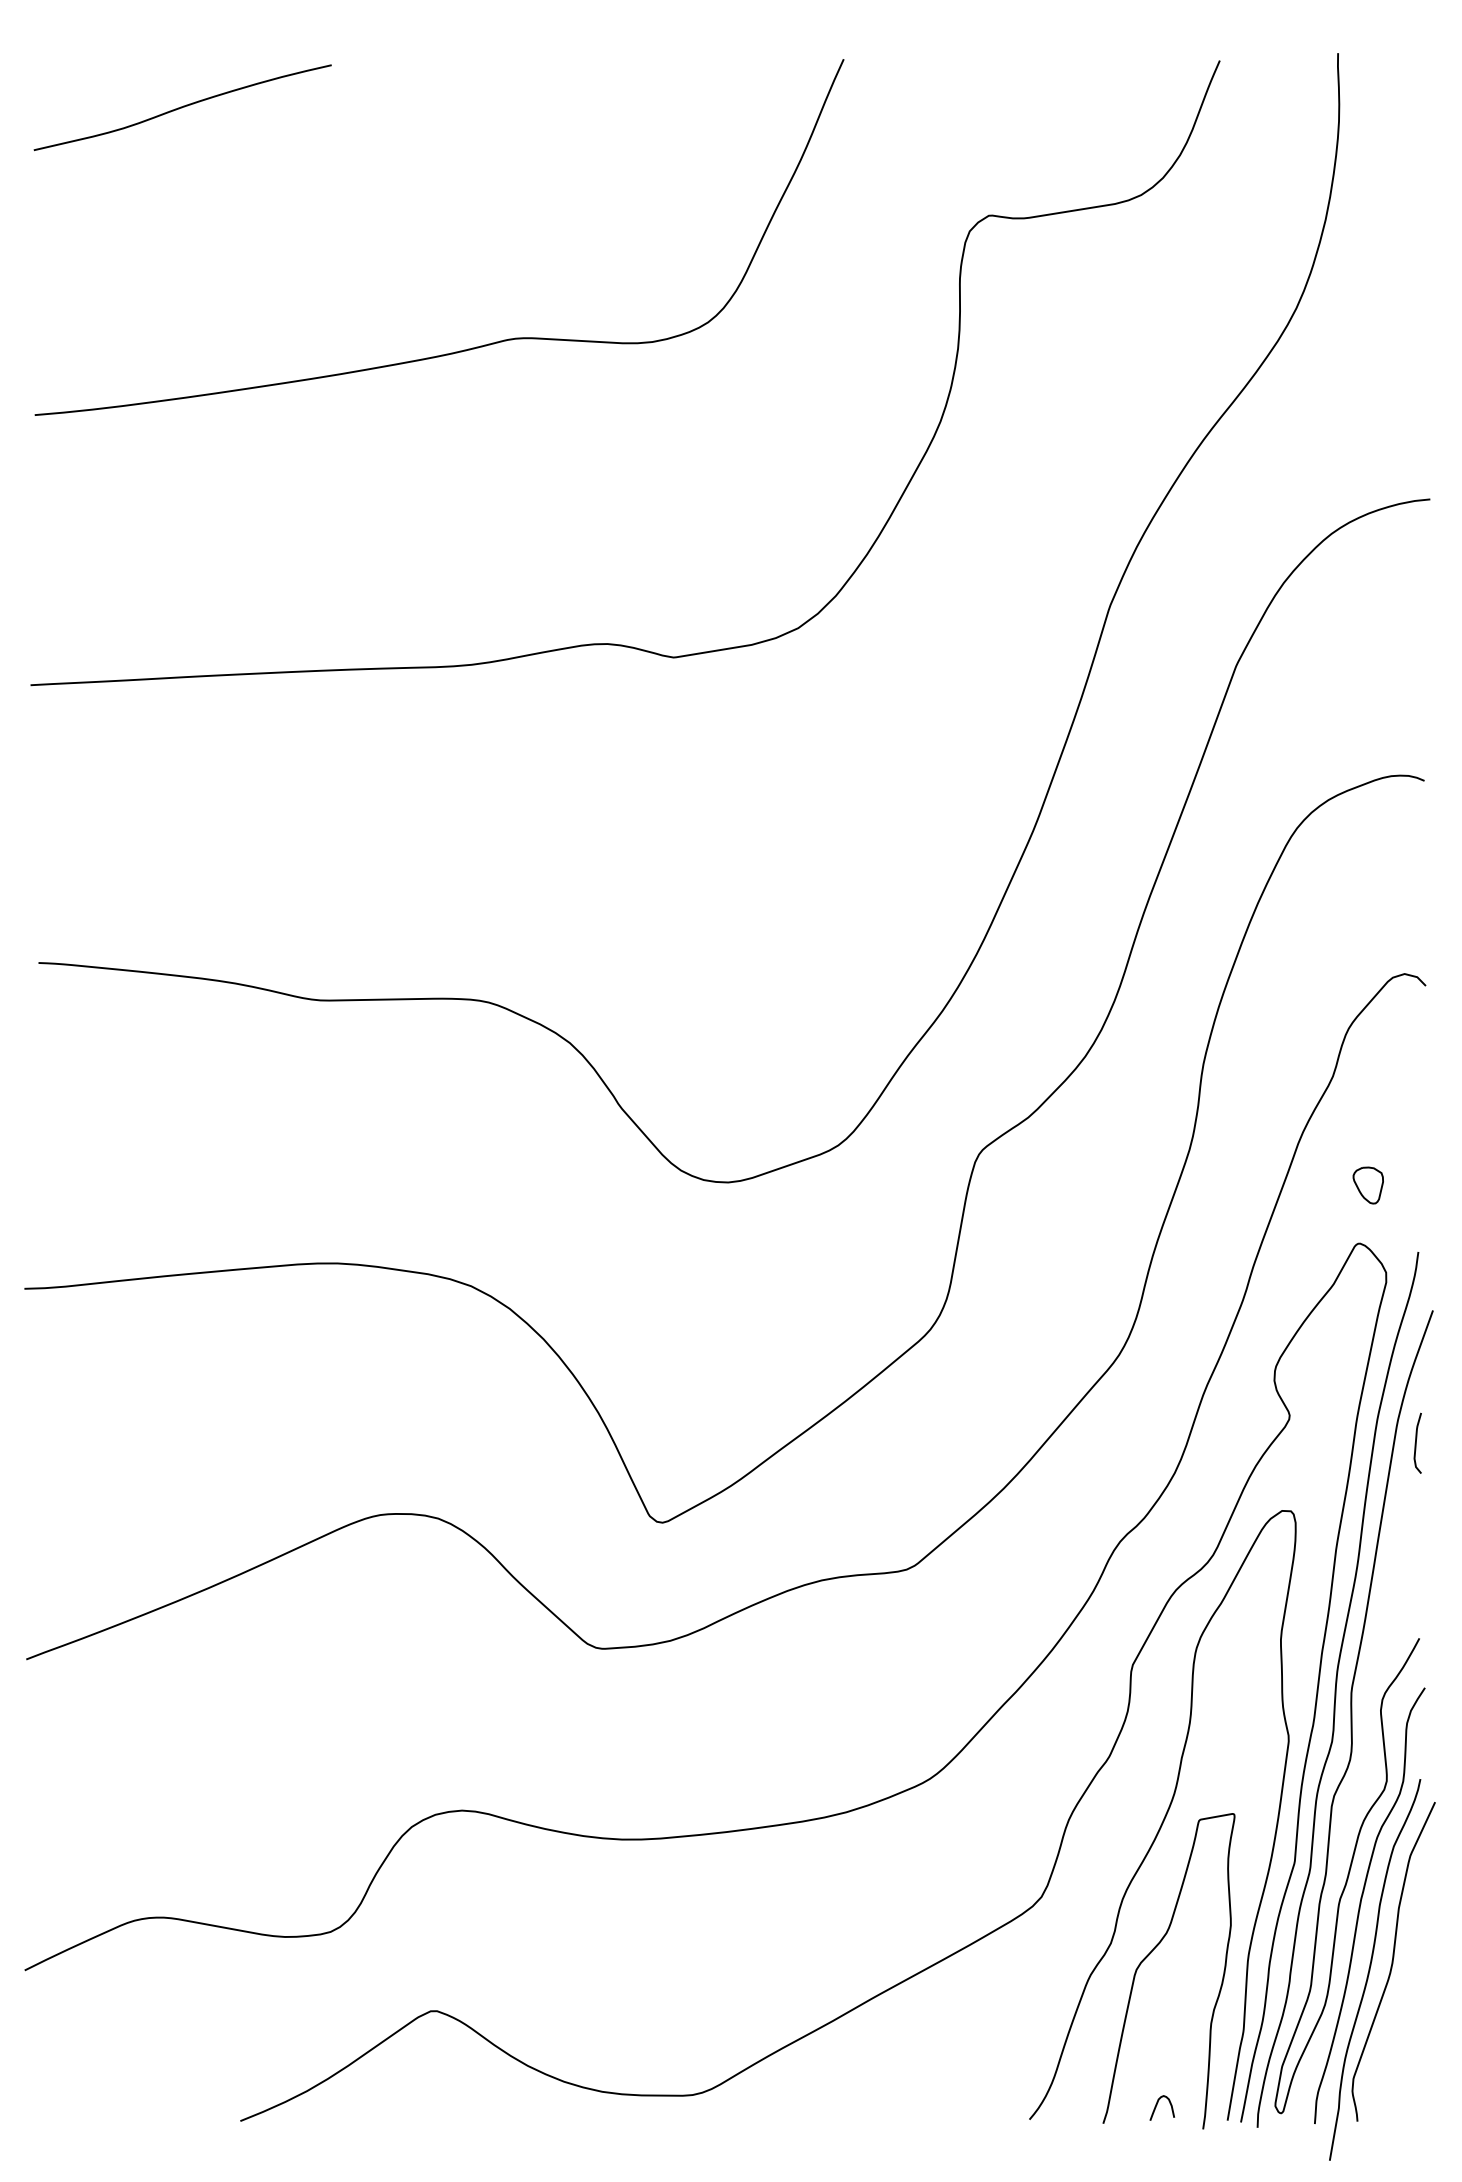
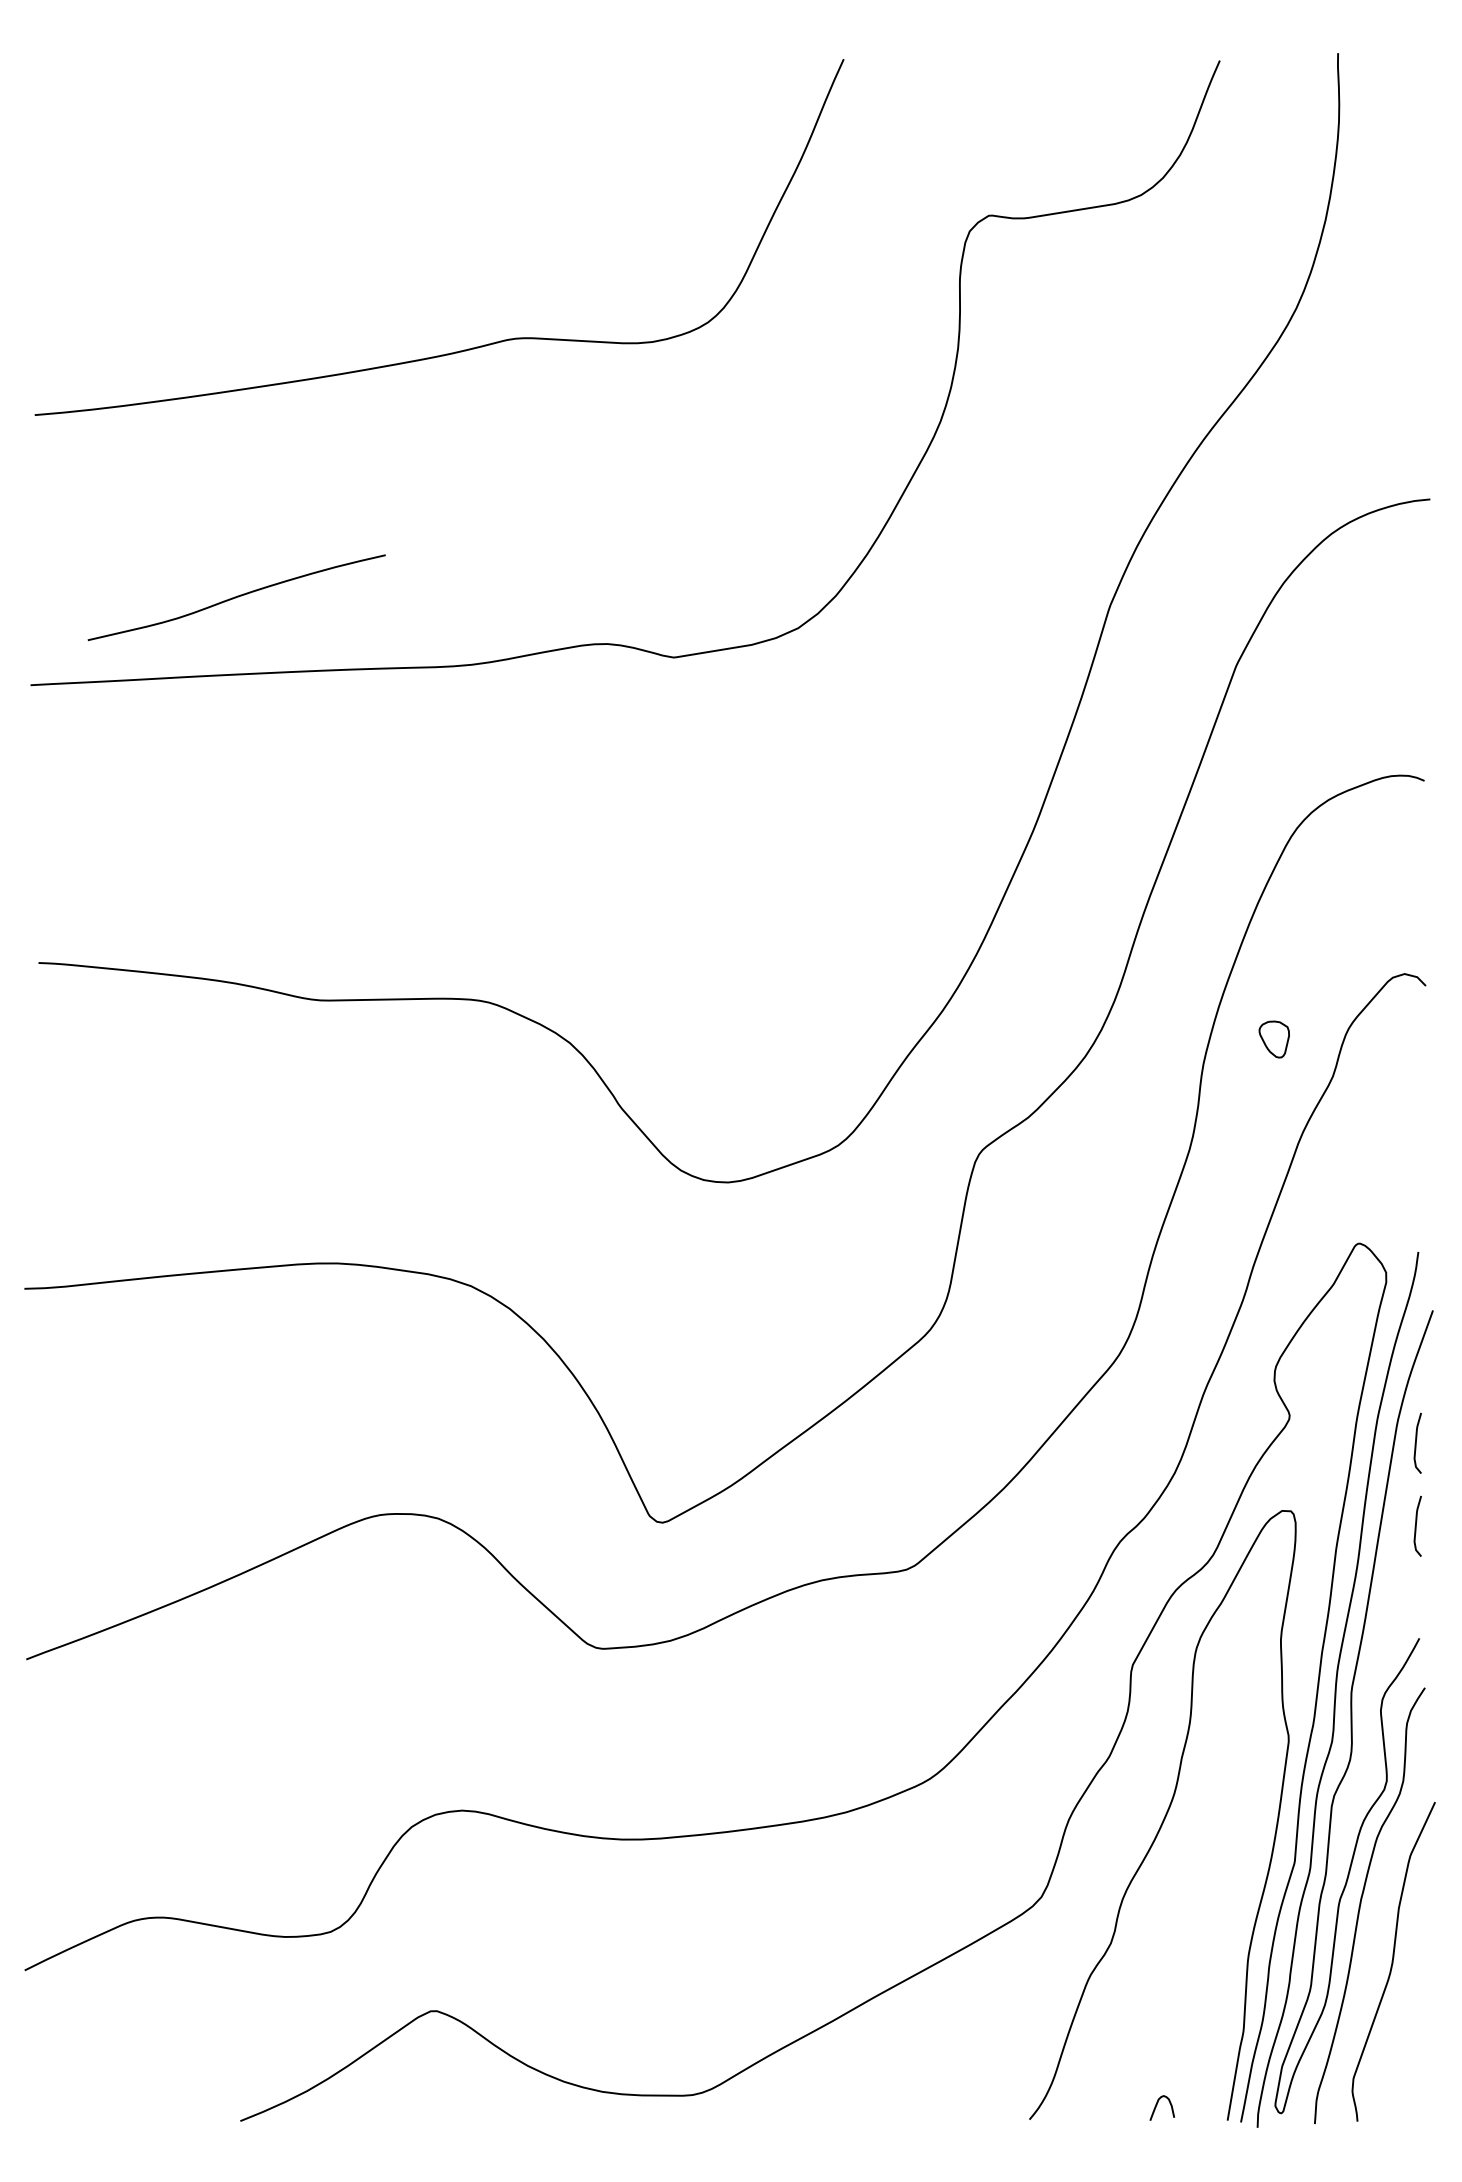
curve at (182, 107) position: (182, 107) -> (236, 597)
part at (1367, 1185) position: (1367, 1185) -> (1273, 1039)
curve at (1416, 1525): none -> present
curve at (1151, 1953): present -> none
curve at (1371, 1966): present -> none
